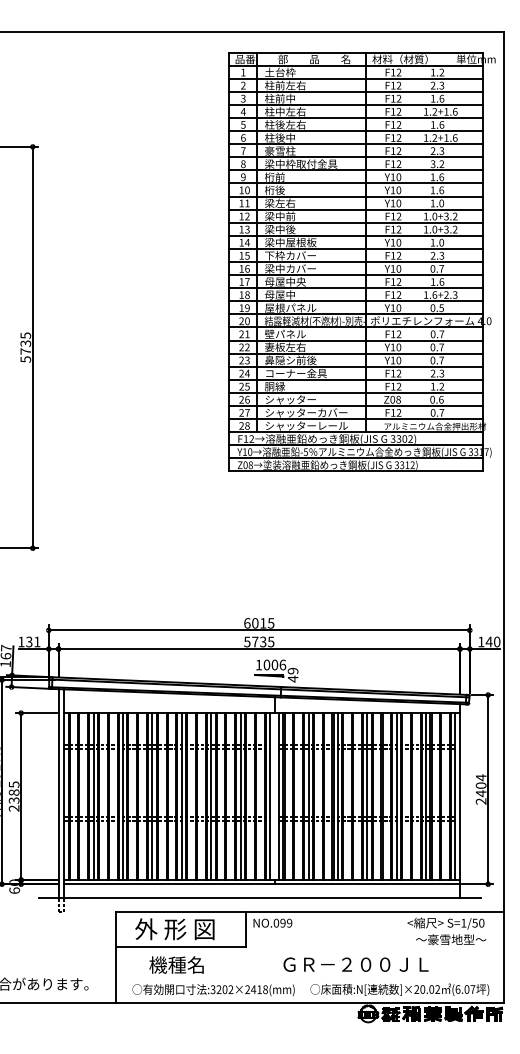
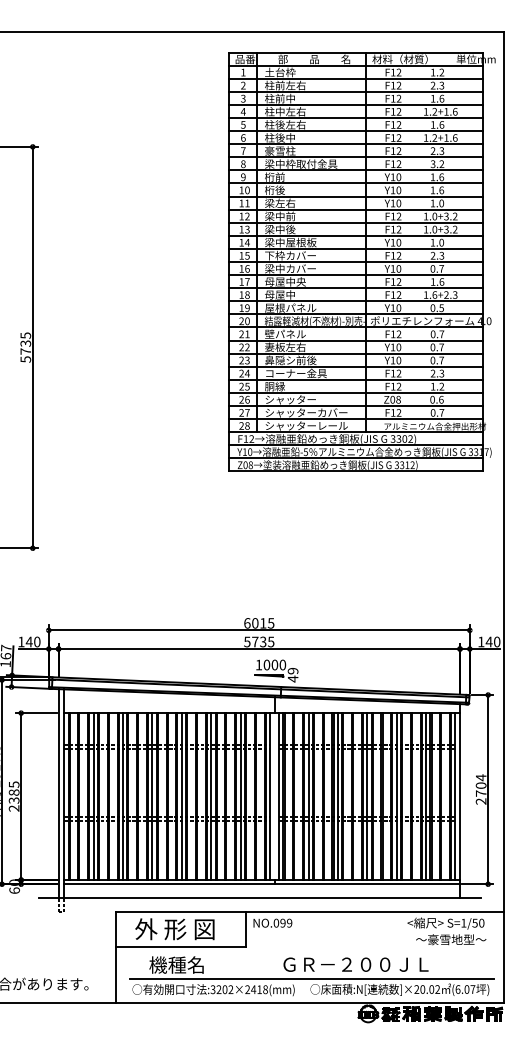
text at (32, 641): 131 -> 140
text at (282, 664): 1006 -> 1000
text at (481, 793): 2404 -> 2704
line at (311, 979): none -> present
